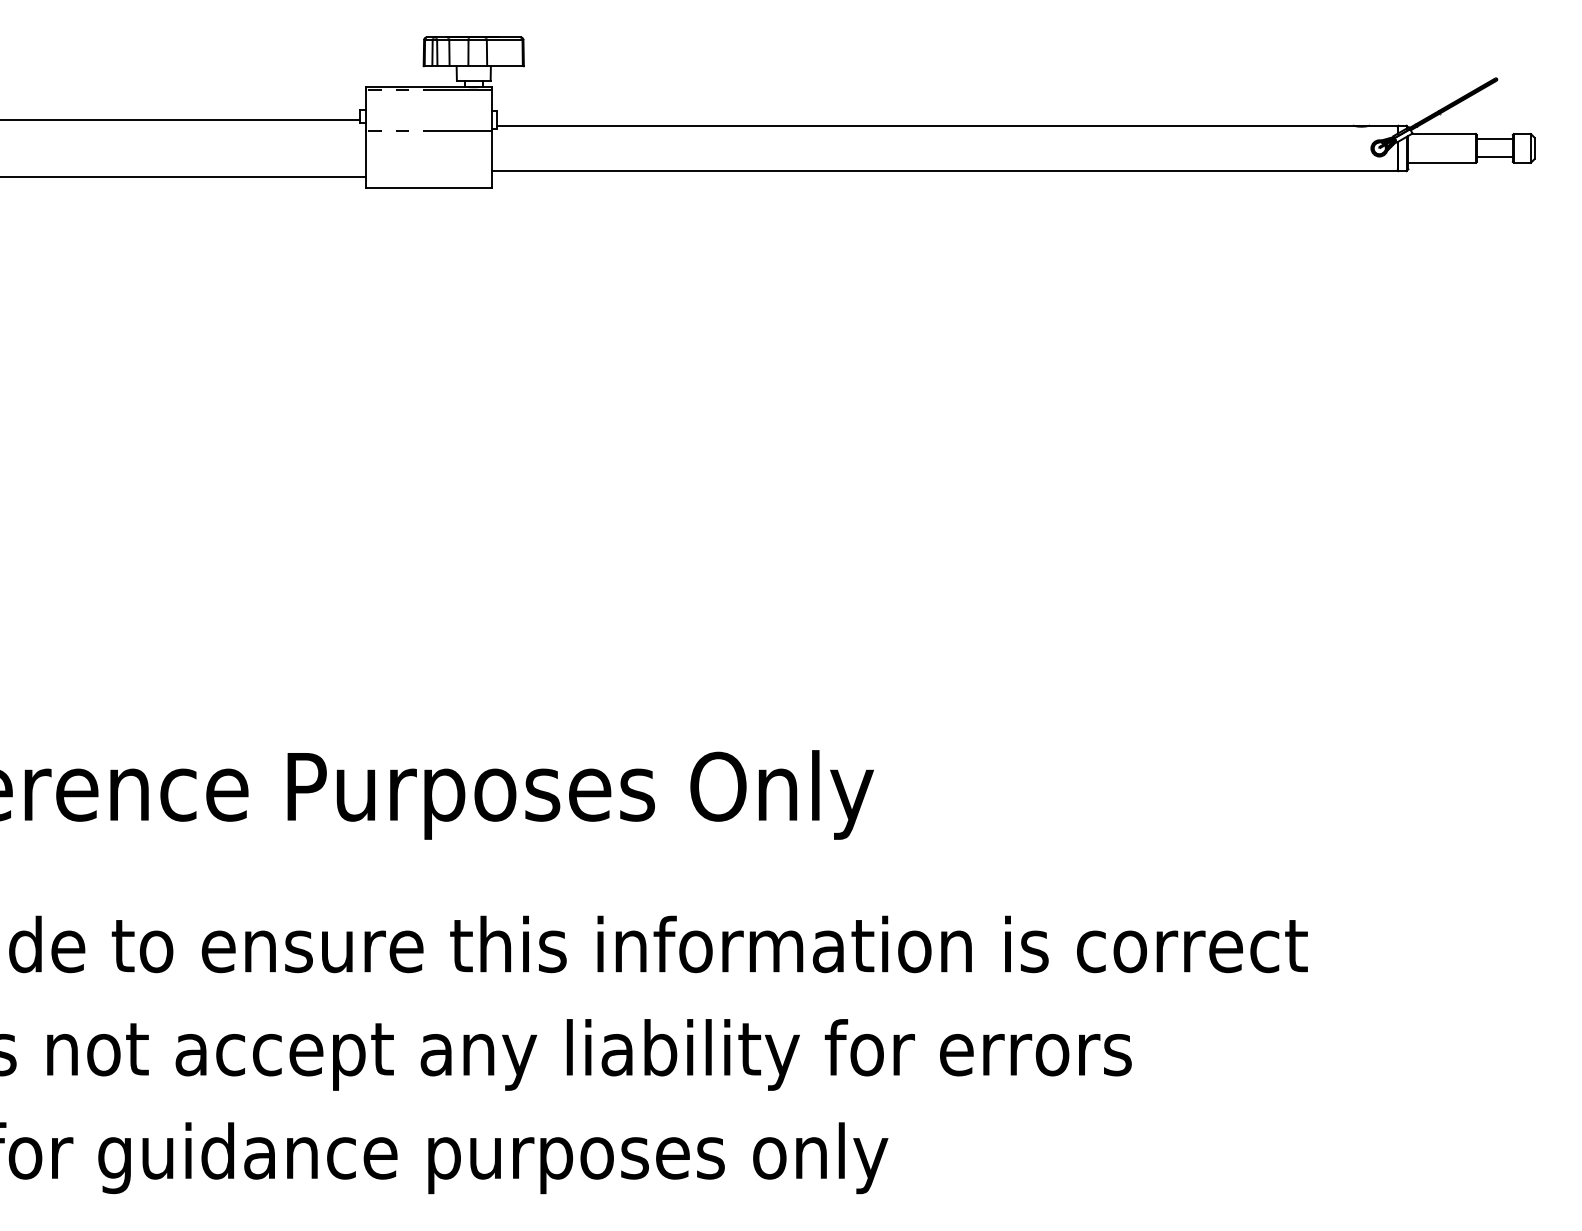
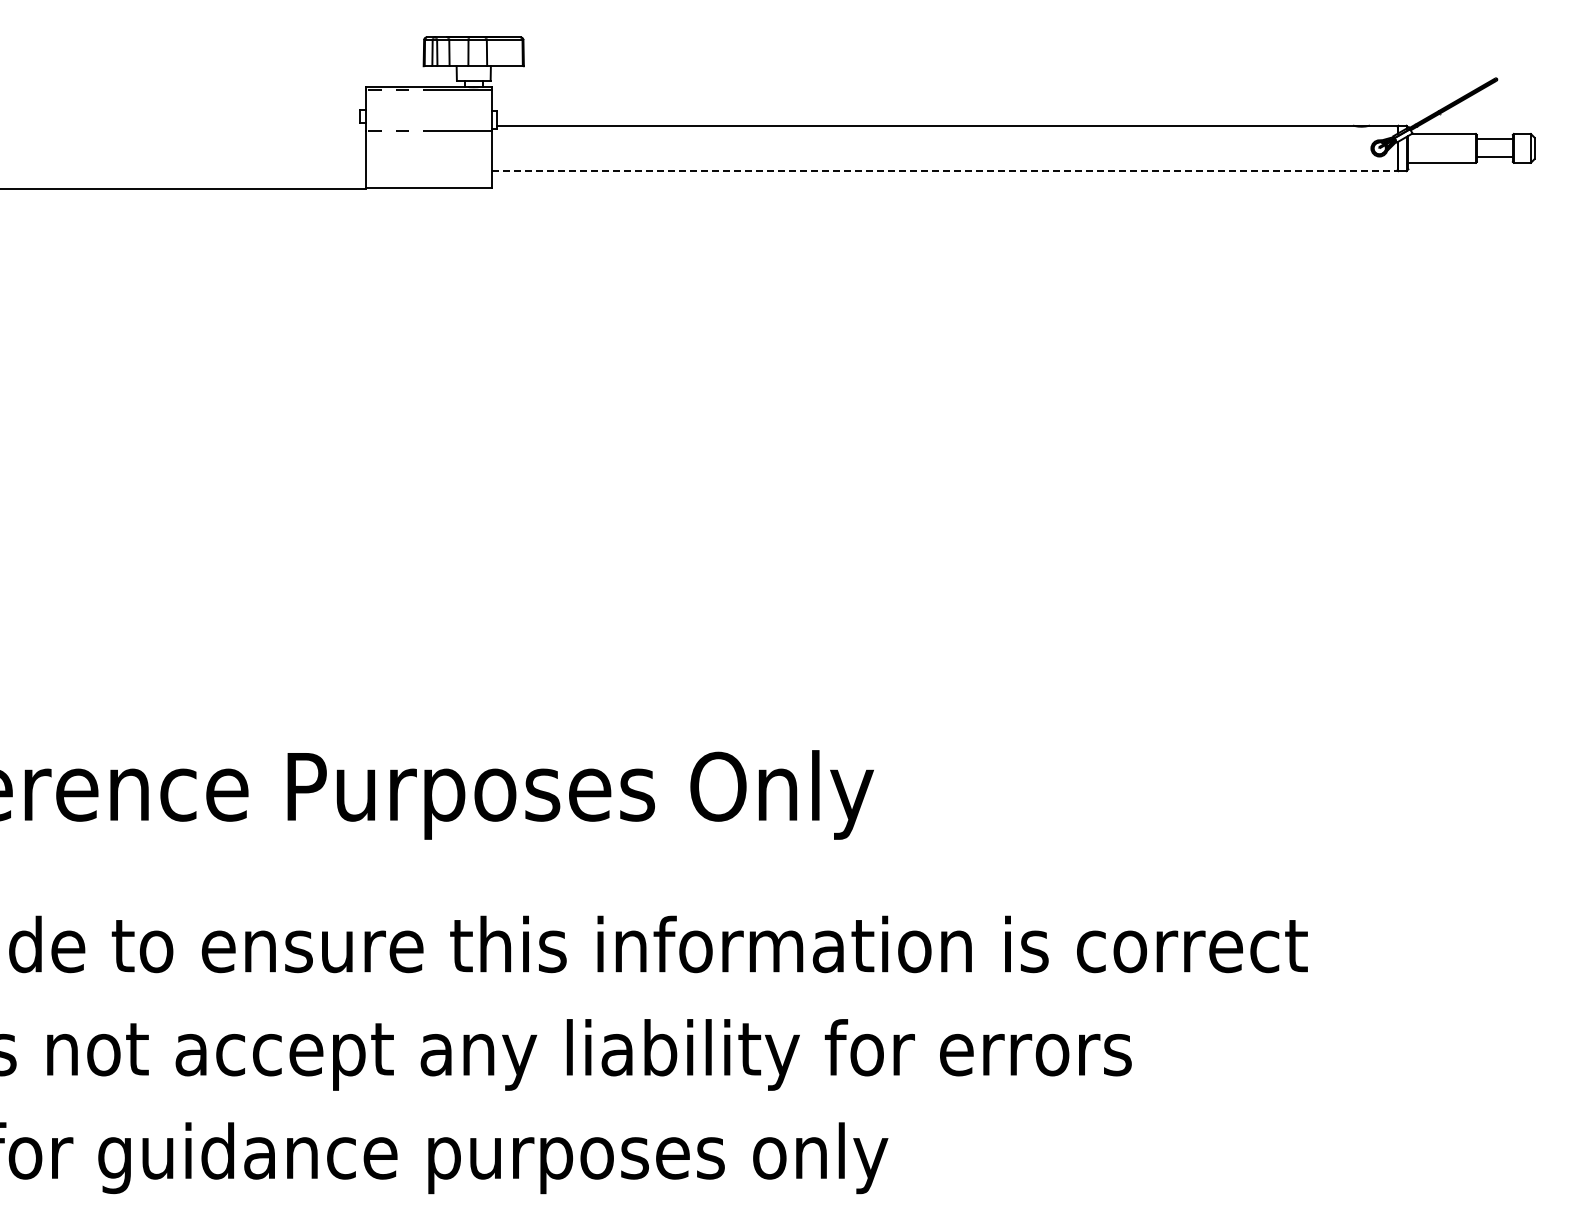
line at (181, 119): present -> none
line at (944, 171): solid -> dashed
line at (183, 177) position: (183, 177) -> (183, 189)
